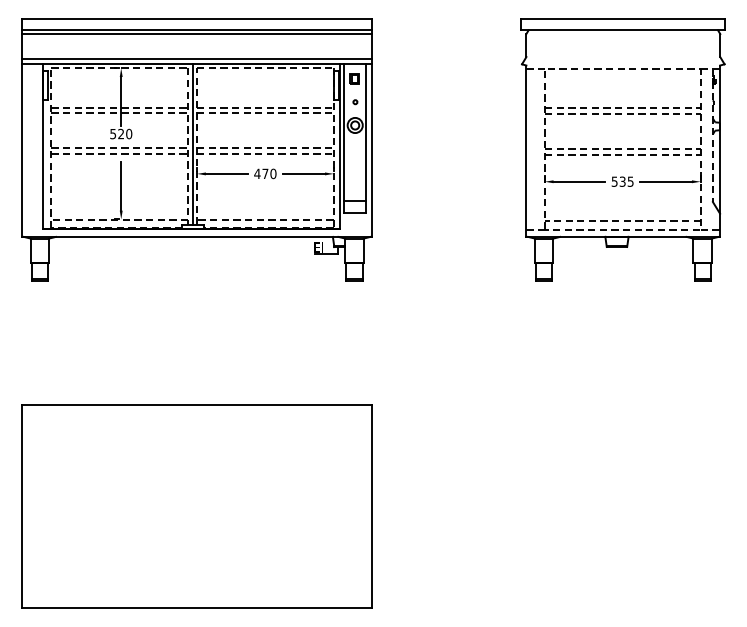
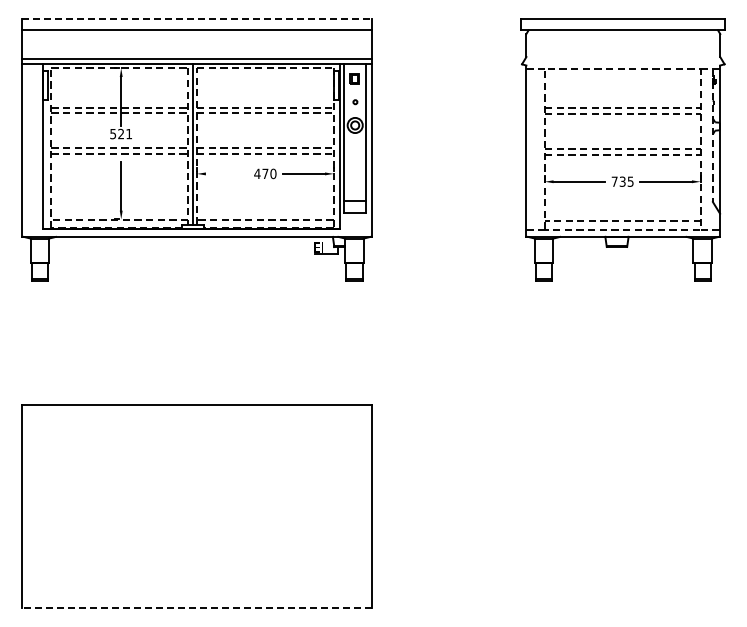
line at (197, 18): solid -> dashed
line at (196, 34): present -> none
text at (129, 133): 520 -> 521
line at (226, 173): present -> none
text at (614, 181): 535 -> 735
line at (197, 608): solid -> dashed
